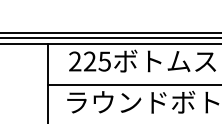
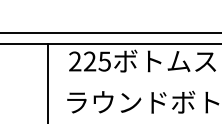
line at (110, 38): present -> none
line at (133, 84): present -> none
